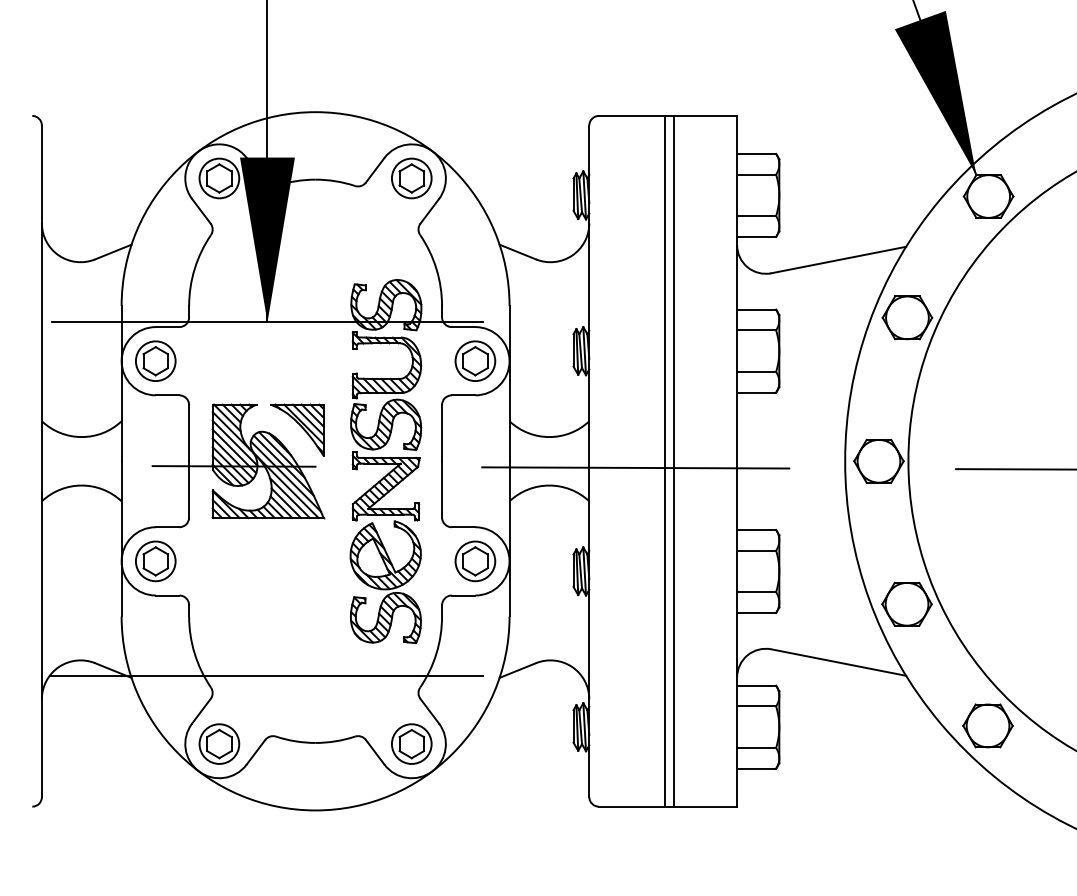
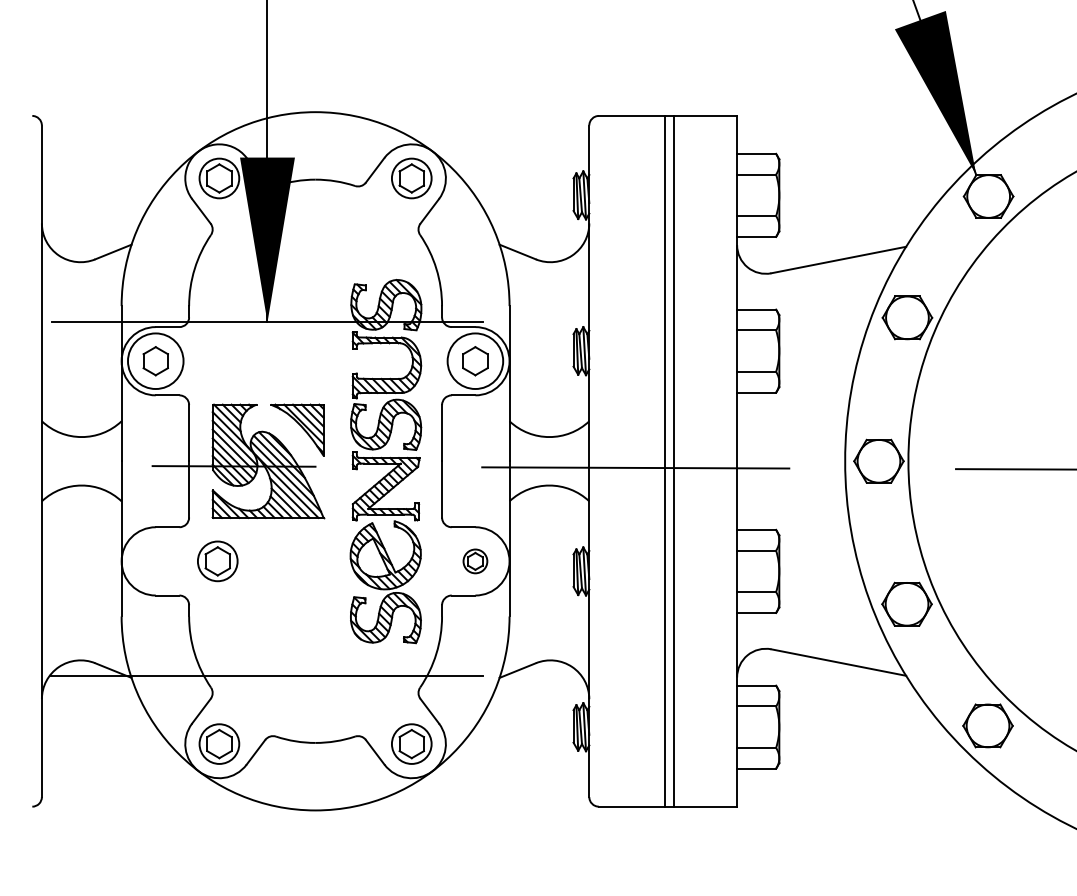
circle at (155, 361) diameter: 40 px -> 56 px
circle at (475, 361) diameter: 40 px -> 56 px
part at (155, 561) position: (155, 561) -> (217, 561)
part at (475, 561) size: 43x43 px -> 27x27 px
